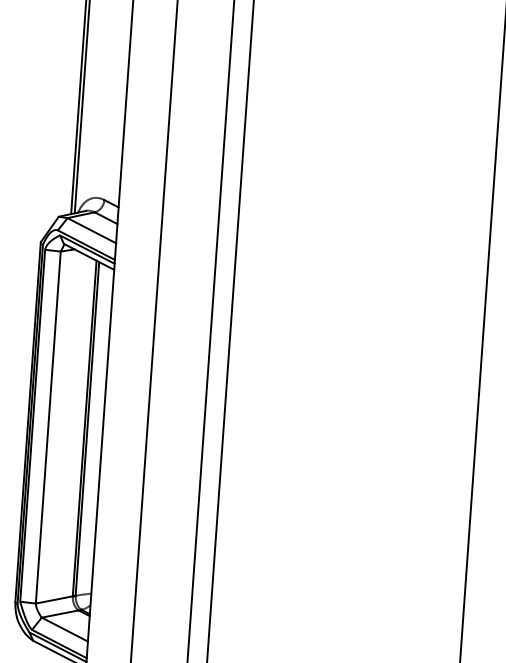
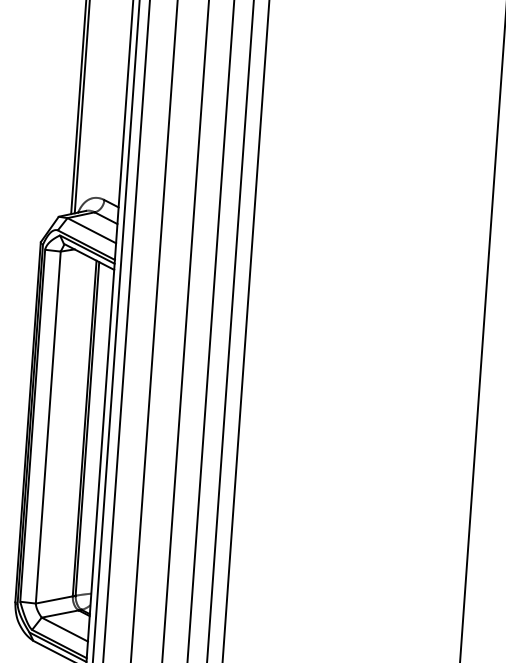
line at (116, 330): none -> present
line at (126, 330): none -> present
line at (185, 330): none -> present
line at (245, 330): none -> present
